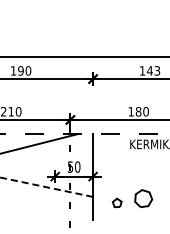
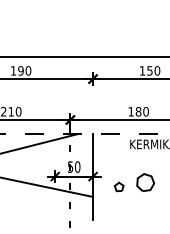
text at (153, 70): 143 -> 150
line at (46, 187): dashed -> solid
part at (132, 198) position: (132, 198) -> (134, 182)
